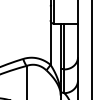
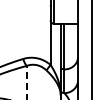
line at (26, 82): solid -> dashed
